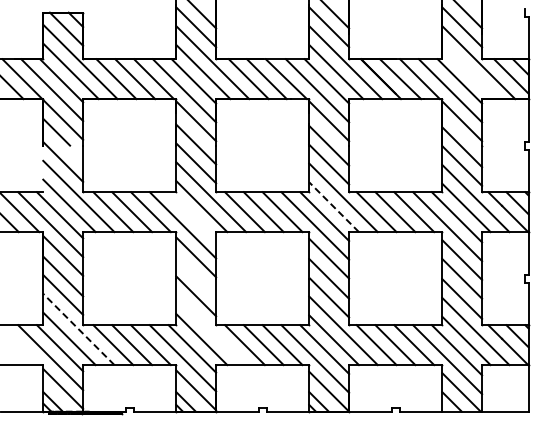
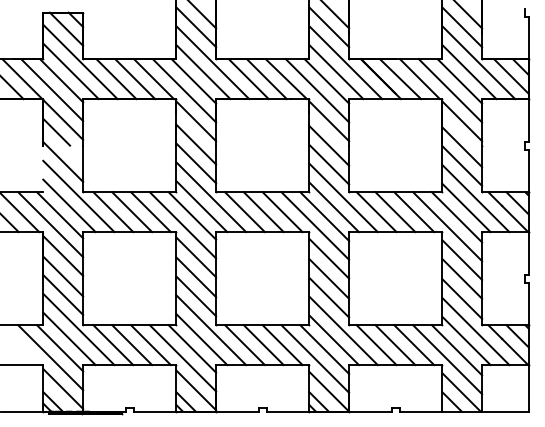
line at (469, 71): none -> present
line at (333, 206): dashed -> solid
line at (192, 215): none -> present
line at (196, 277): none -> present
line at (78, 329): dashed -> solid
line at (211, 330): none -> present
